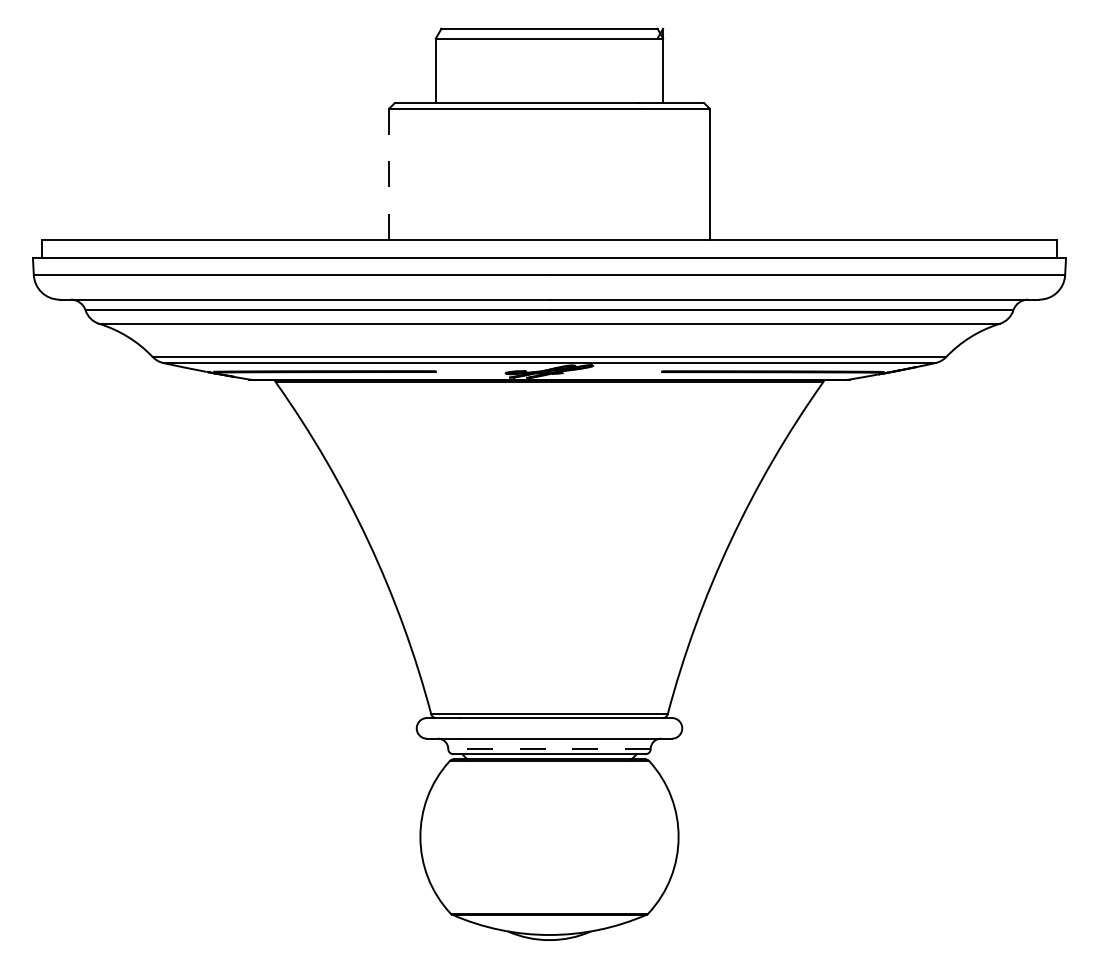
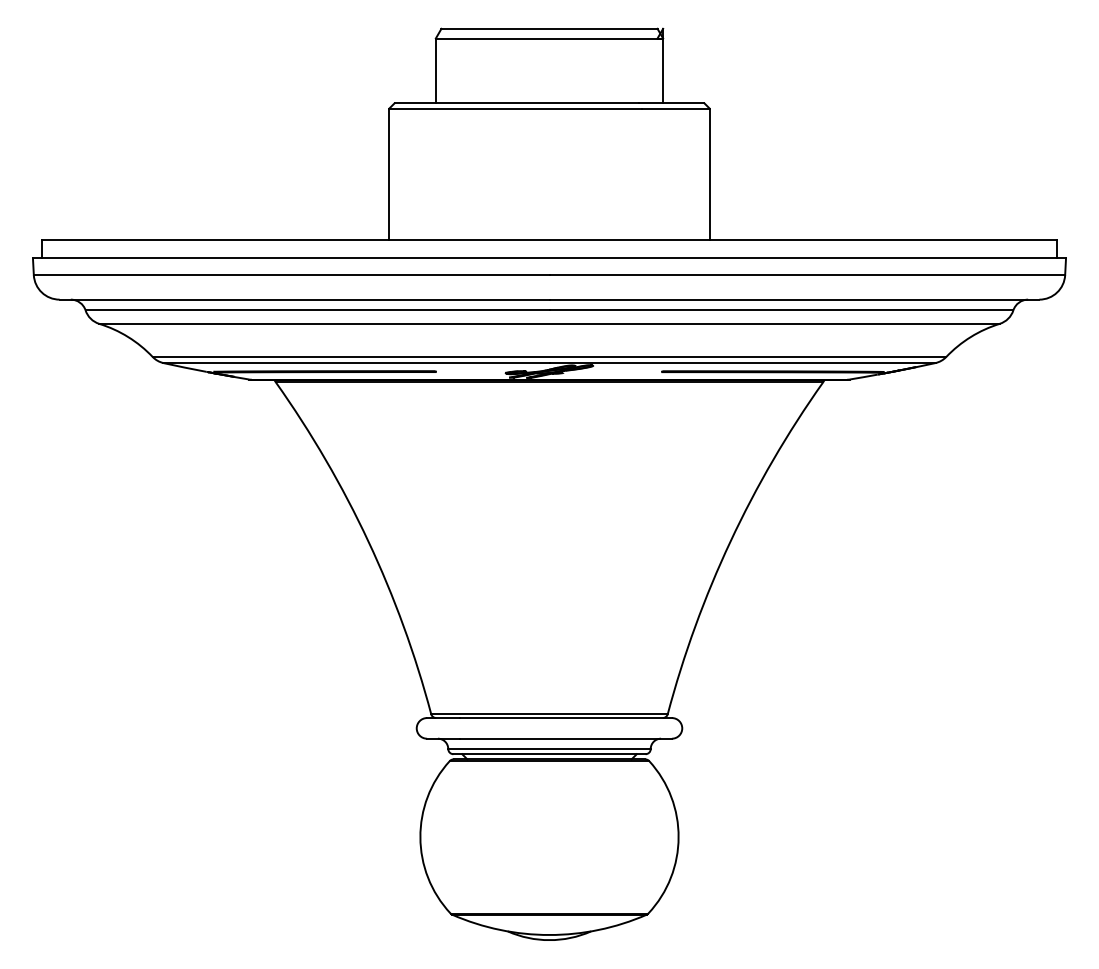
line at (389, 174): dashed -> solid
line at (549, 749): dashed -> solid
